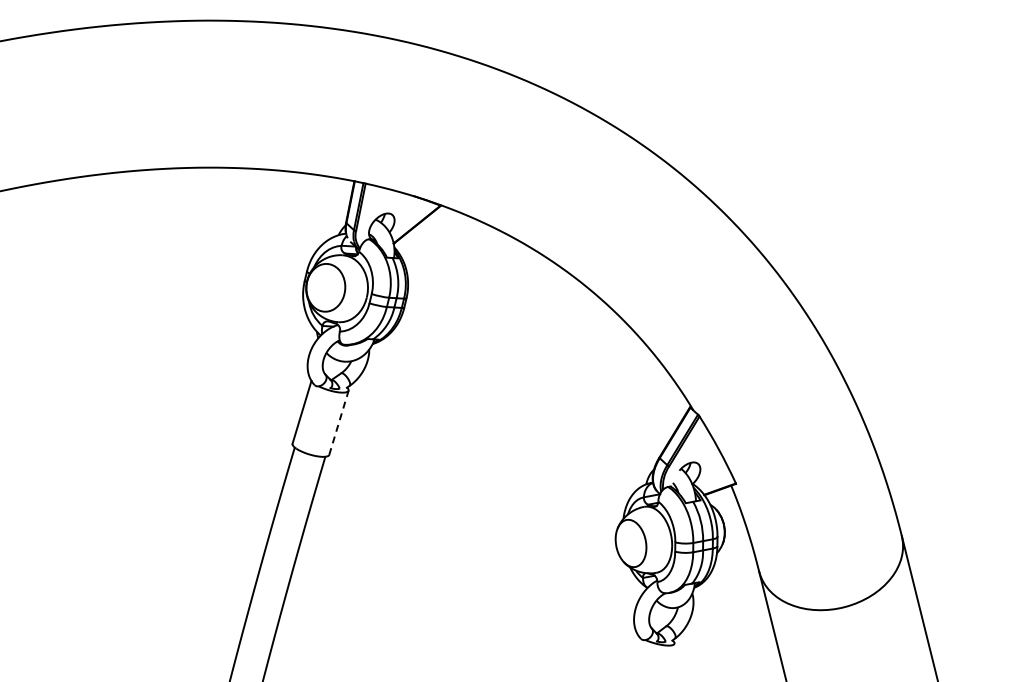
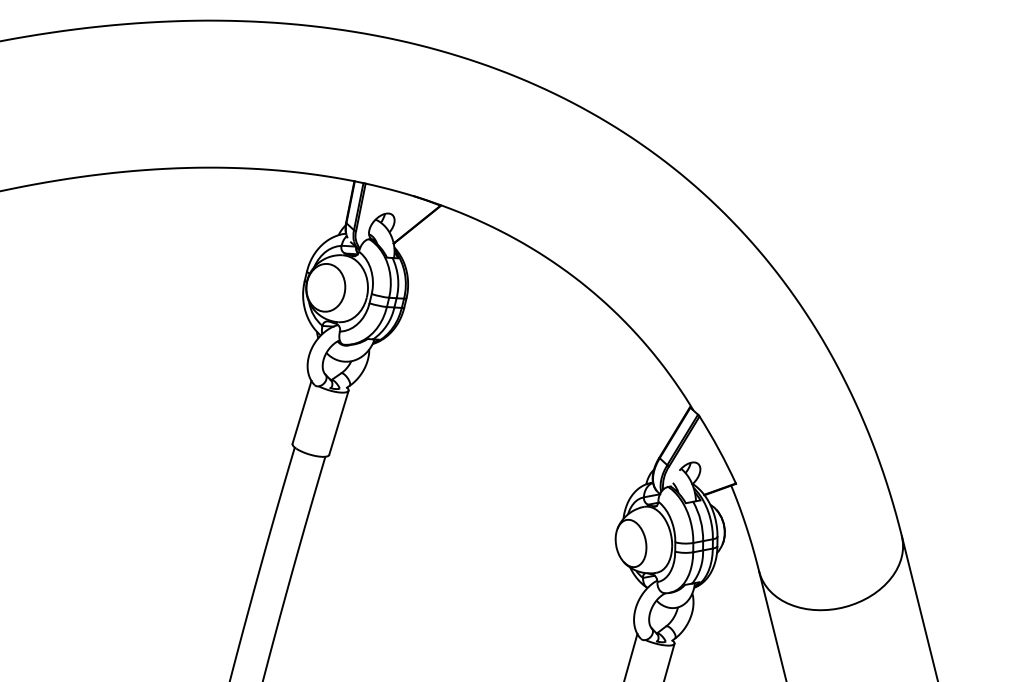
line at (338, 422): dashed -> solid
line at (630, 656): none -> present
line at (669, 660): none -> present
